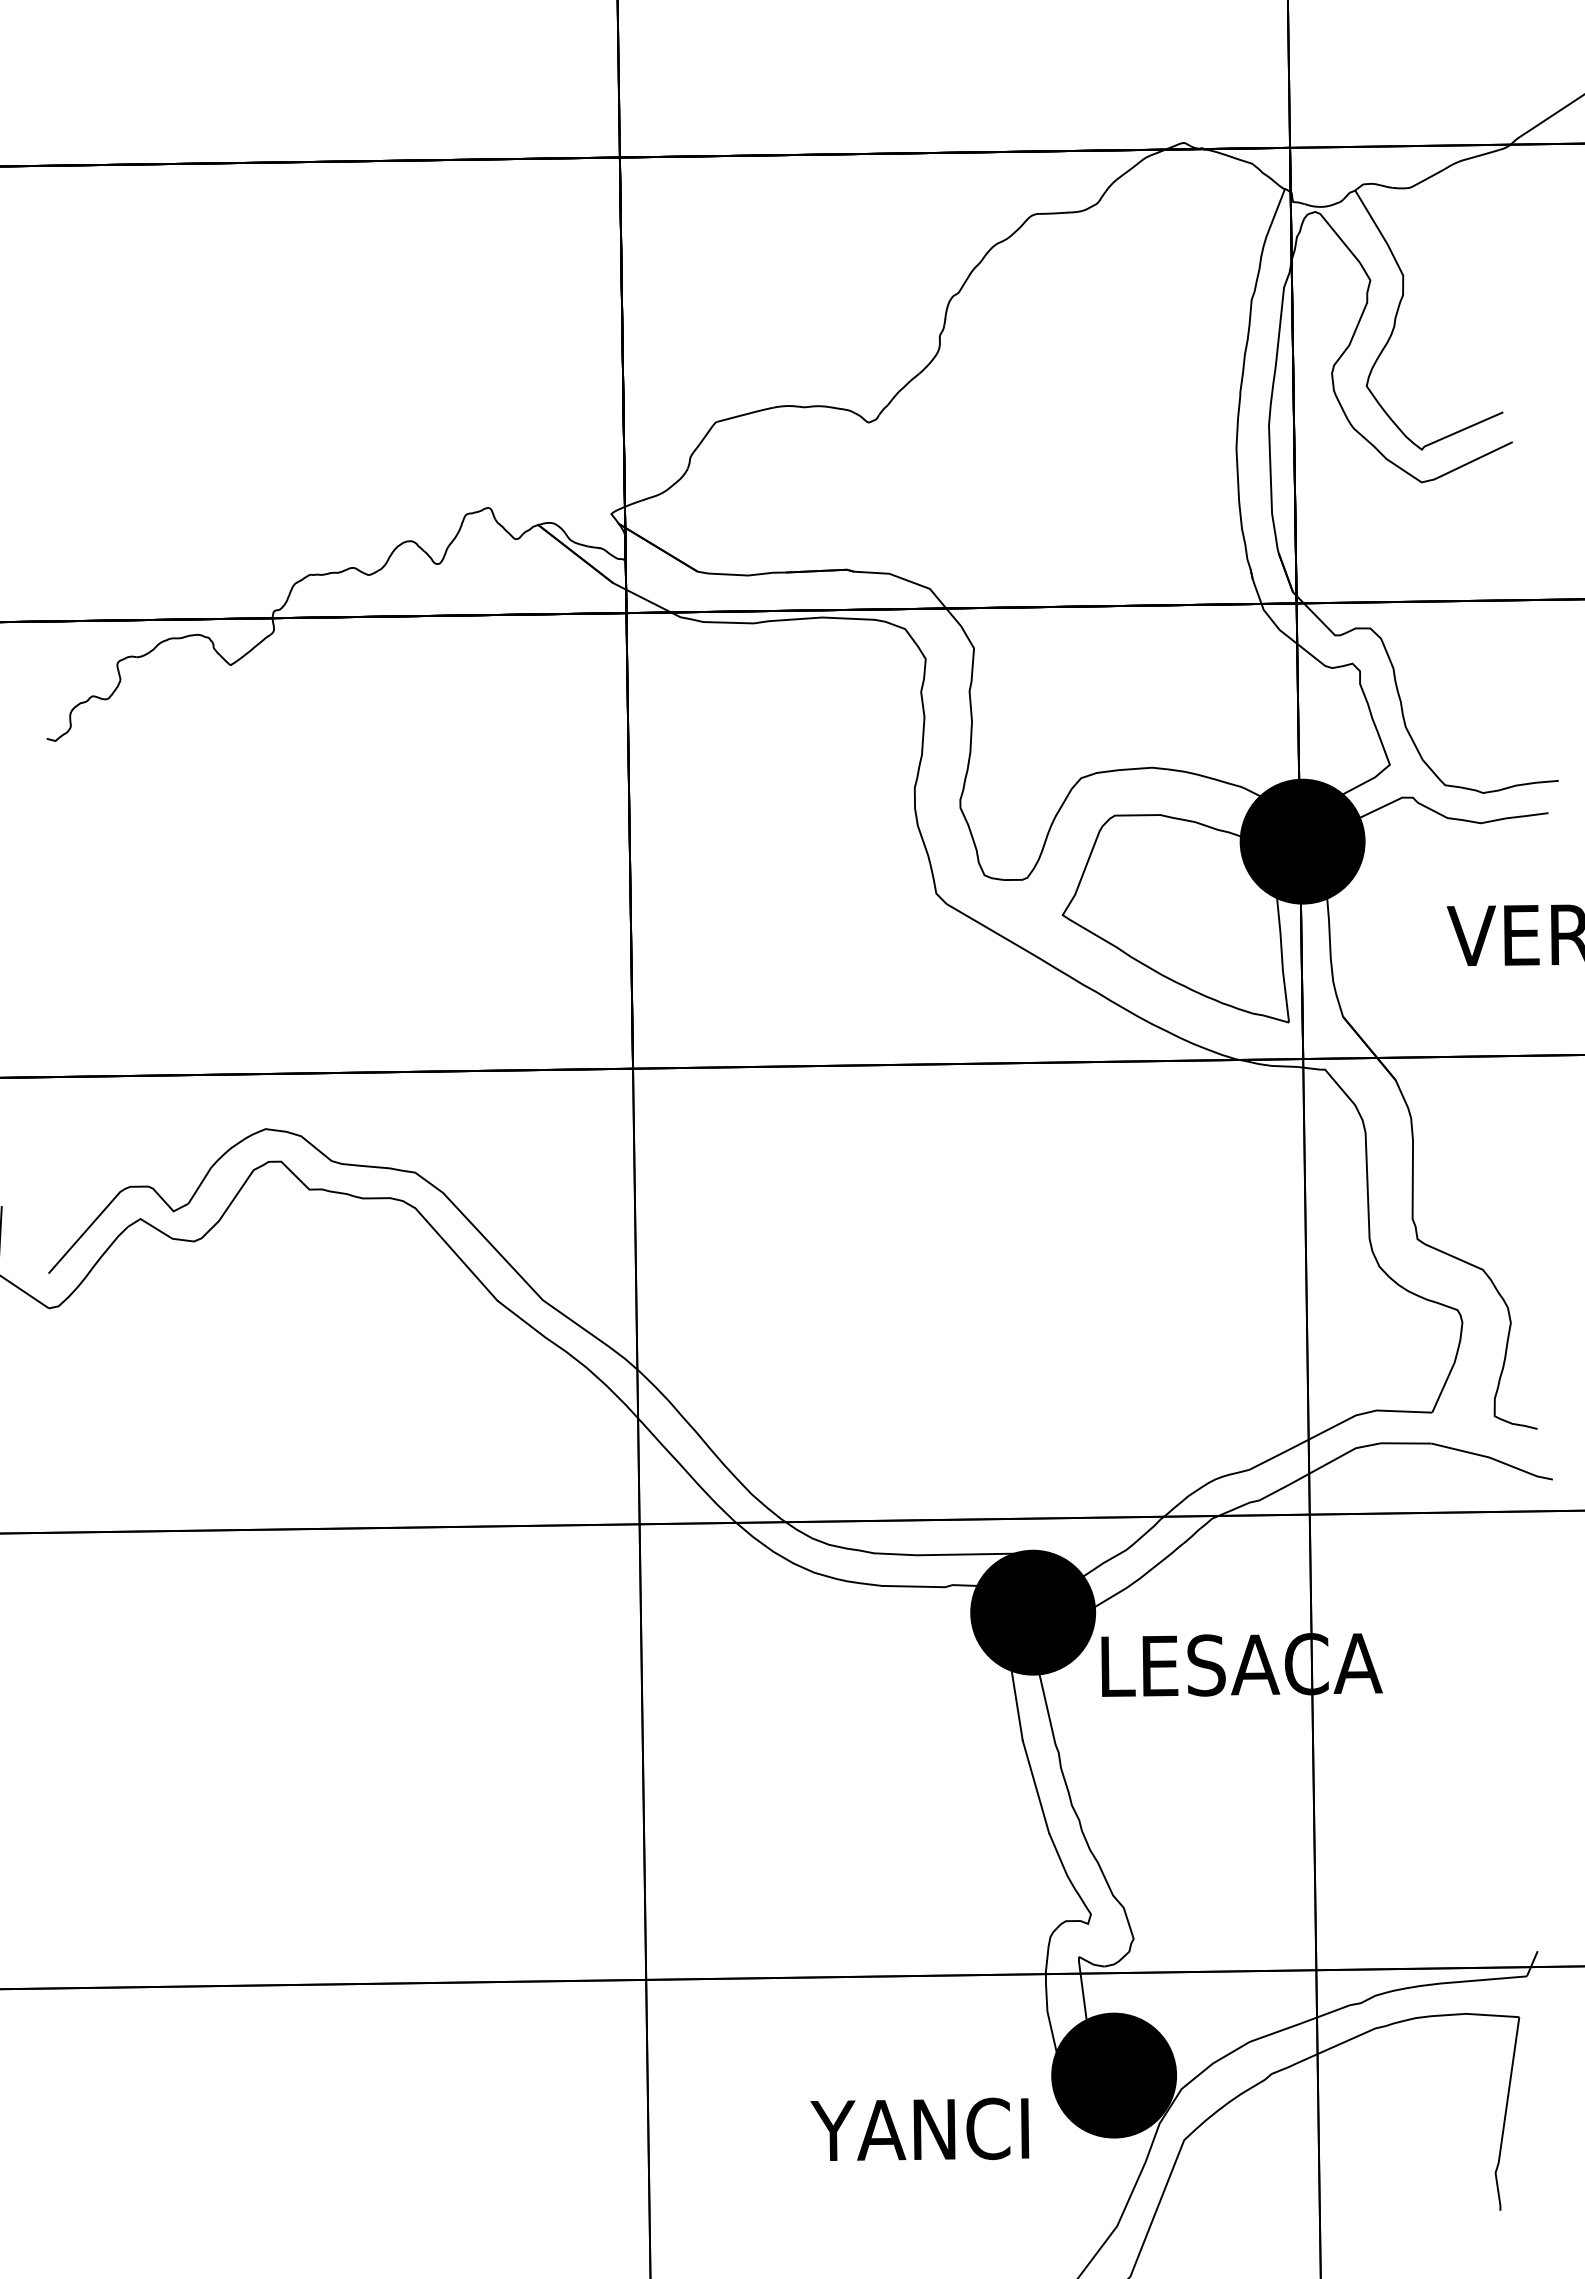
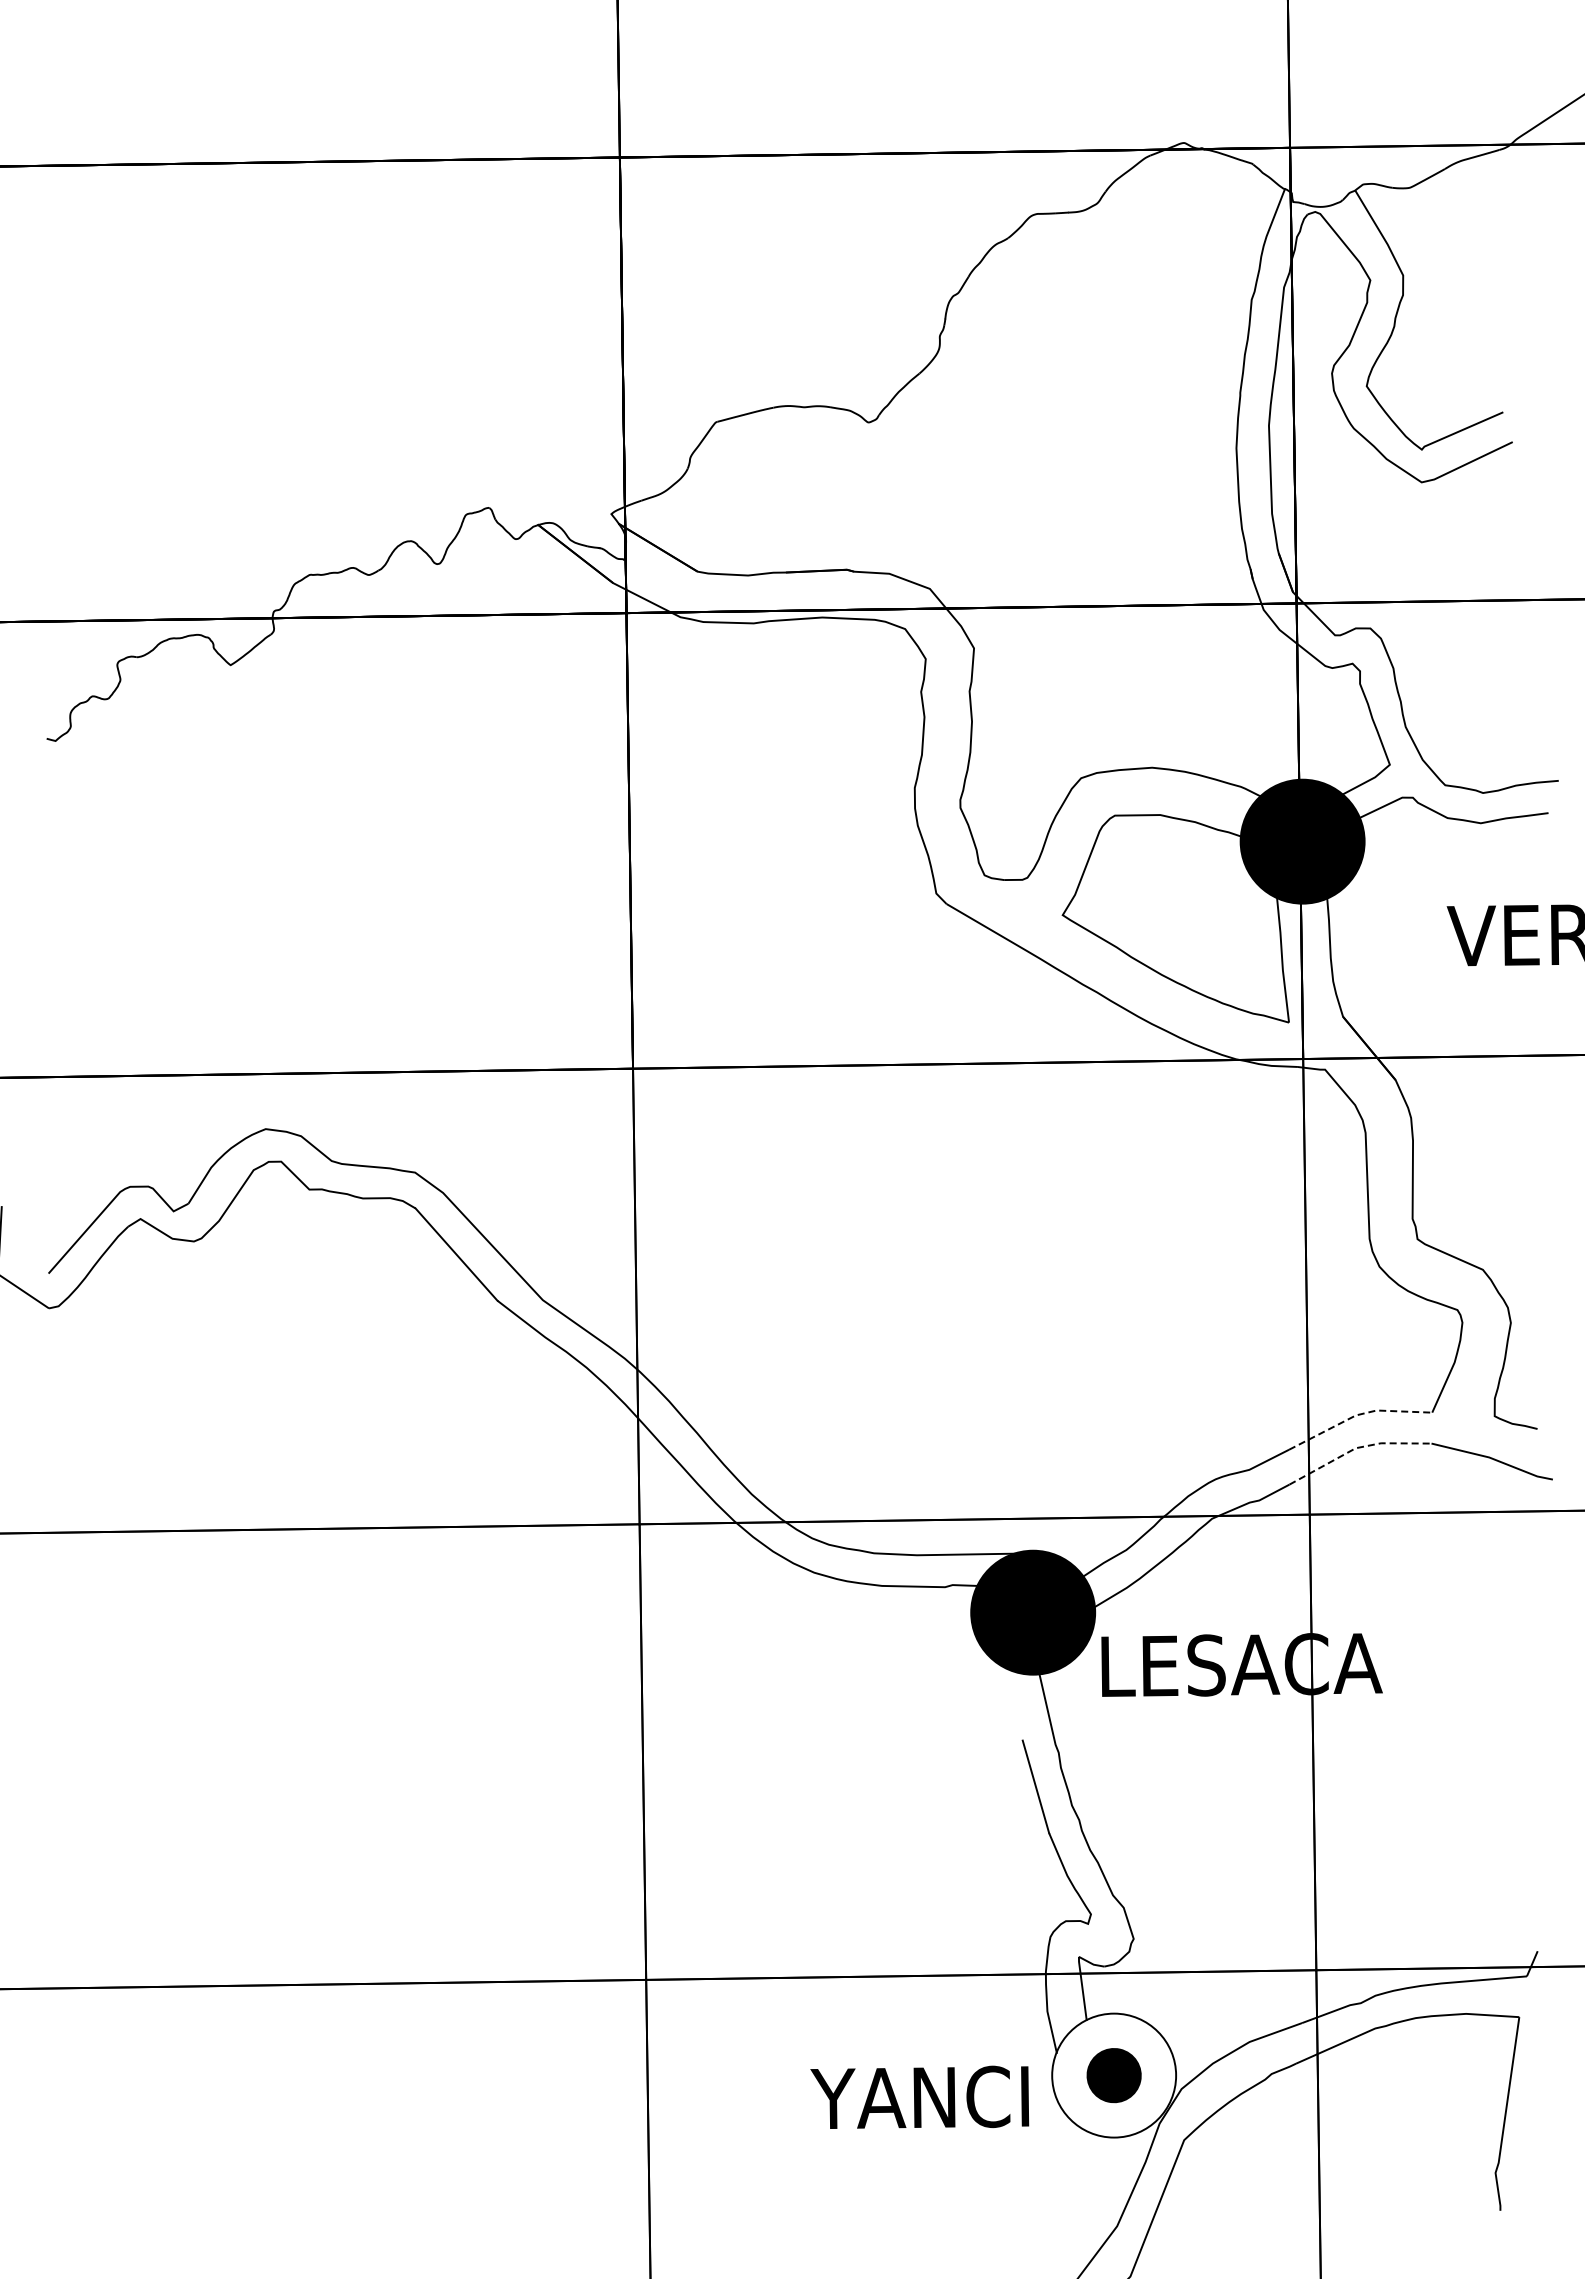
line at (1356, 1415): solid -> dashed
line at (1356, 1448): solid -> dashed
line at (1016, 1704): present -> none
fill at (1114, 2075): present -> none
text at (919, 2128) position: (919, 2128) -> (919, 2096)
